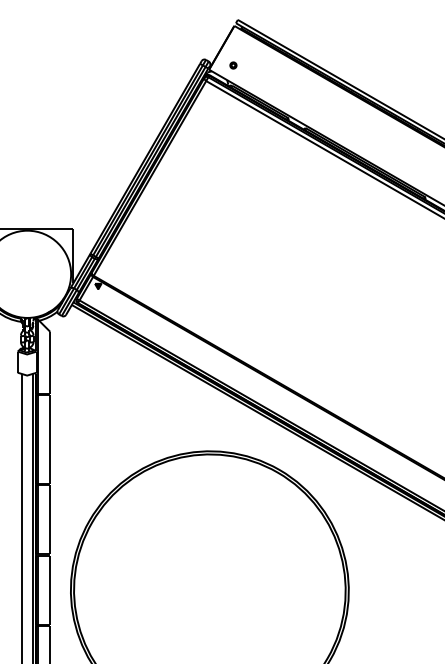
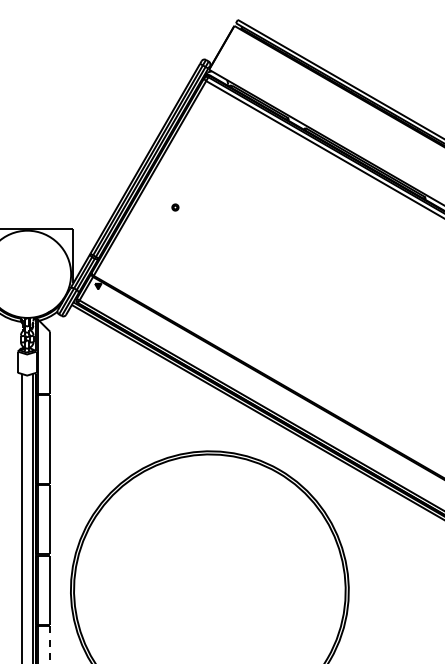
part at (233, 65) position: (233, 65) -> (175, 207)
line at (50, 645): solid -> dashed
